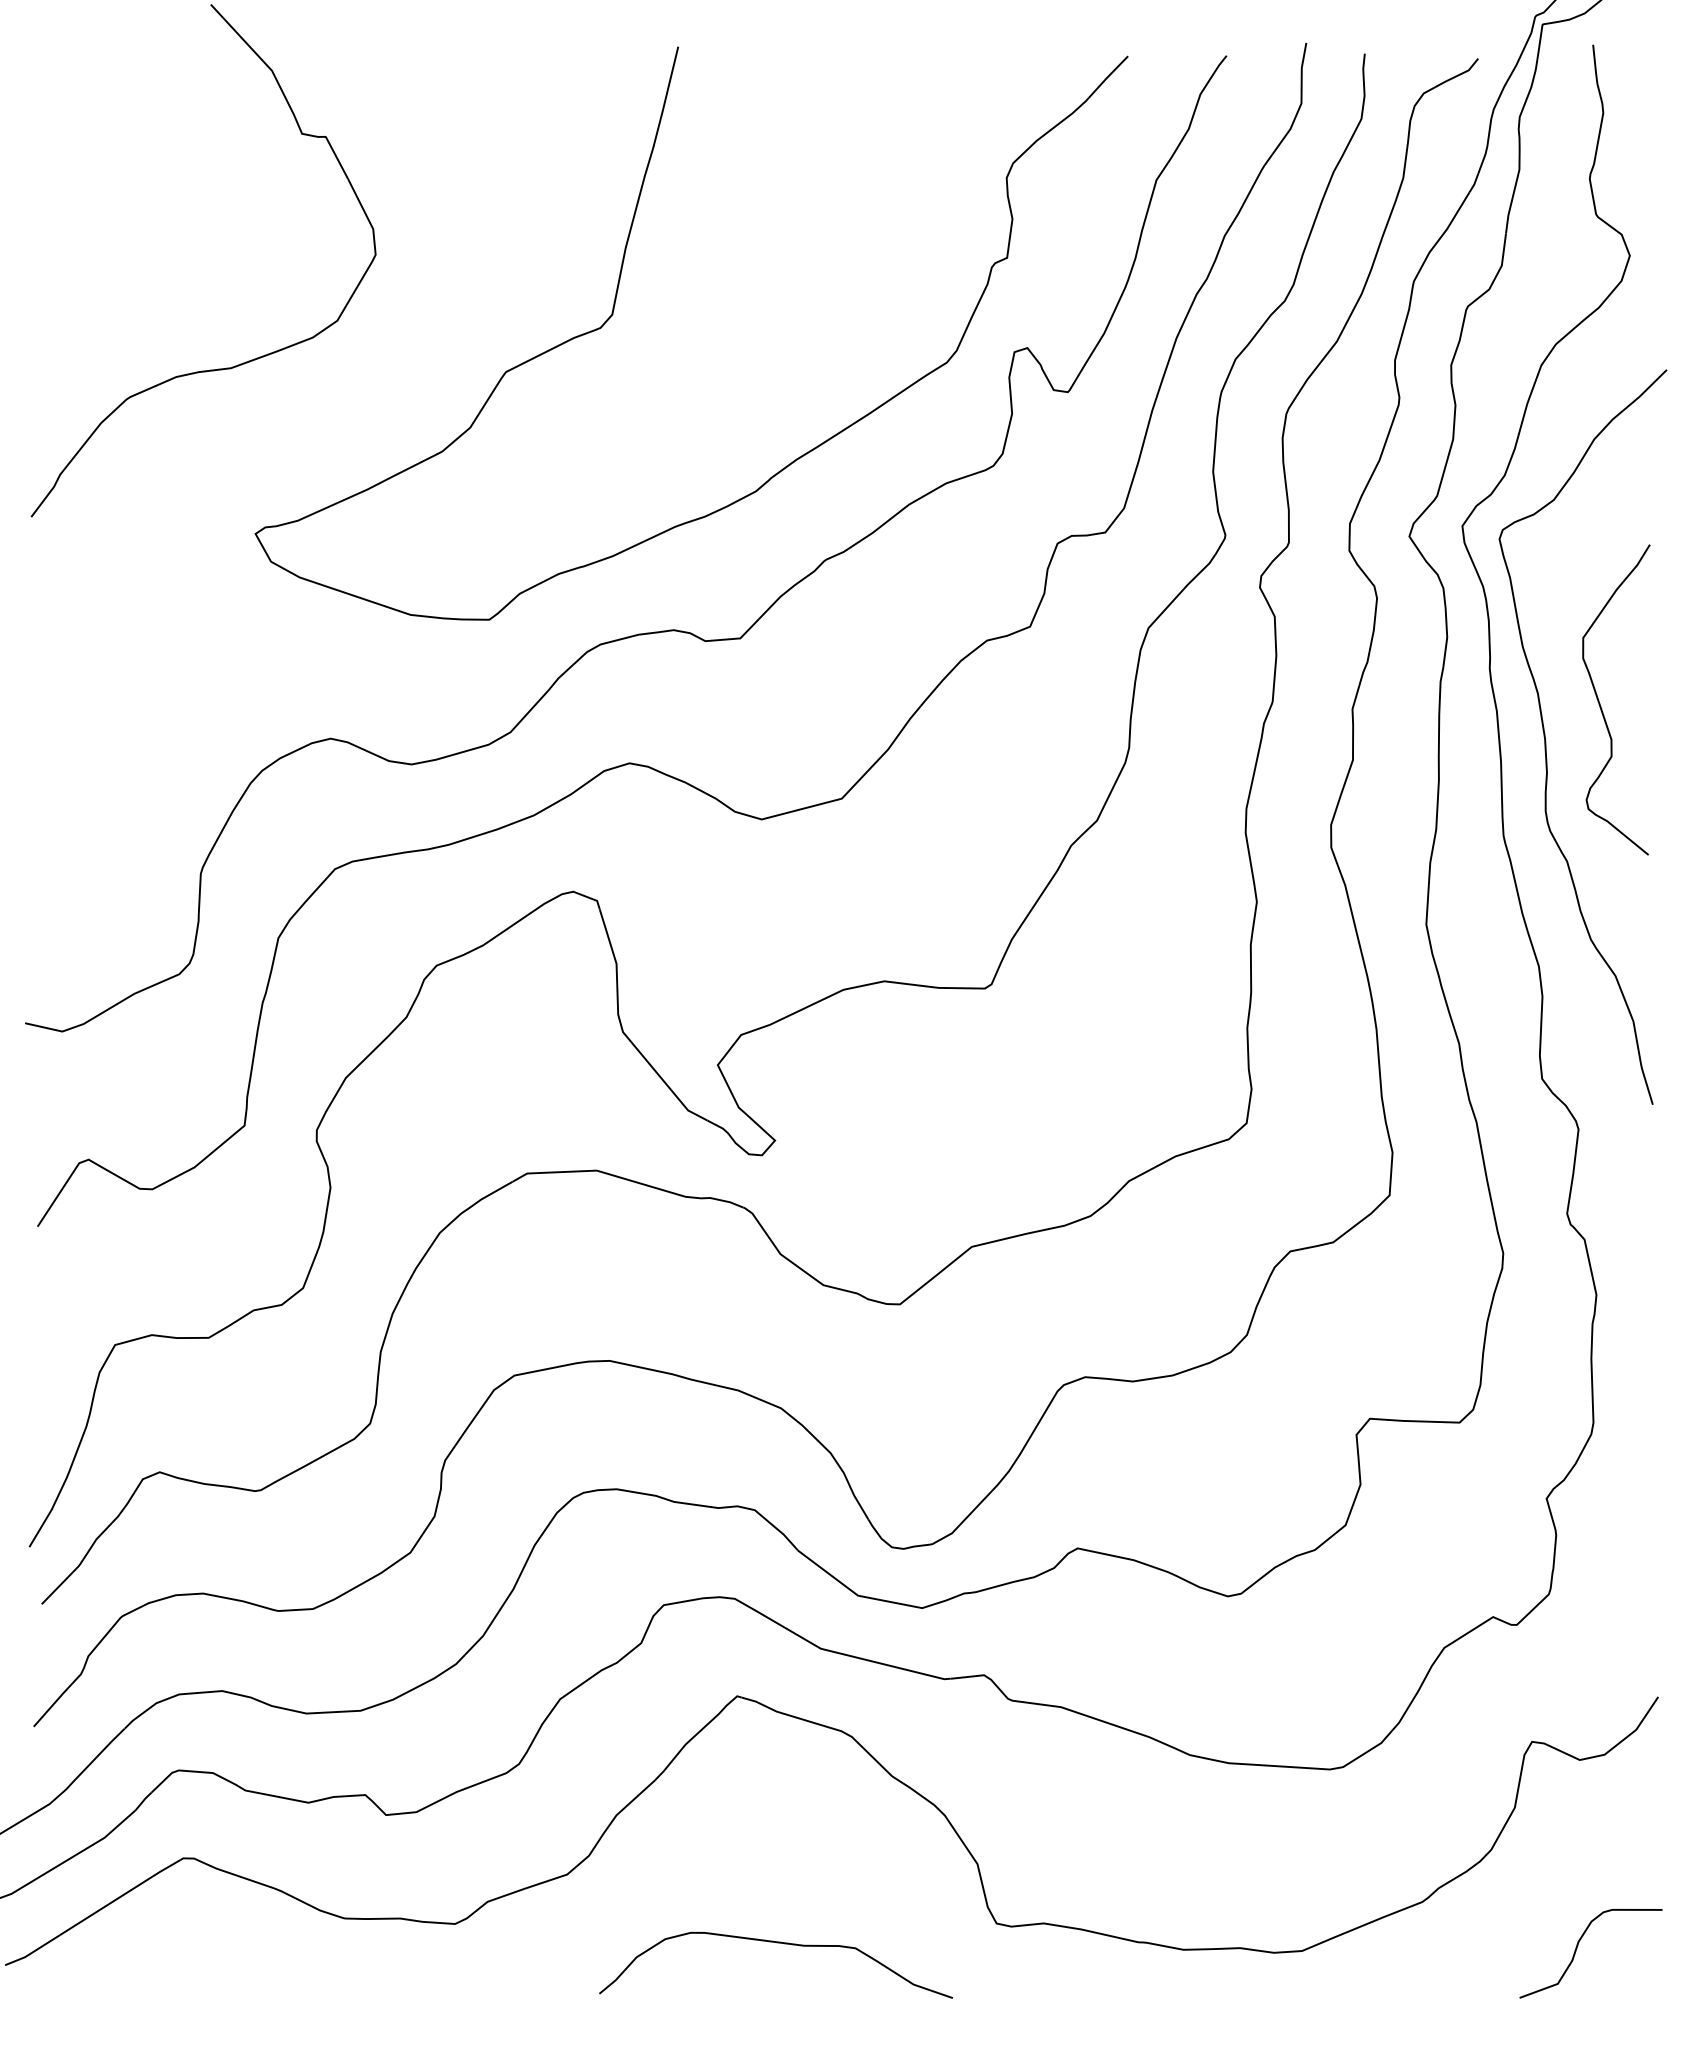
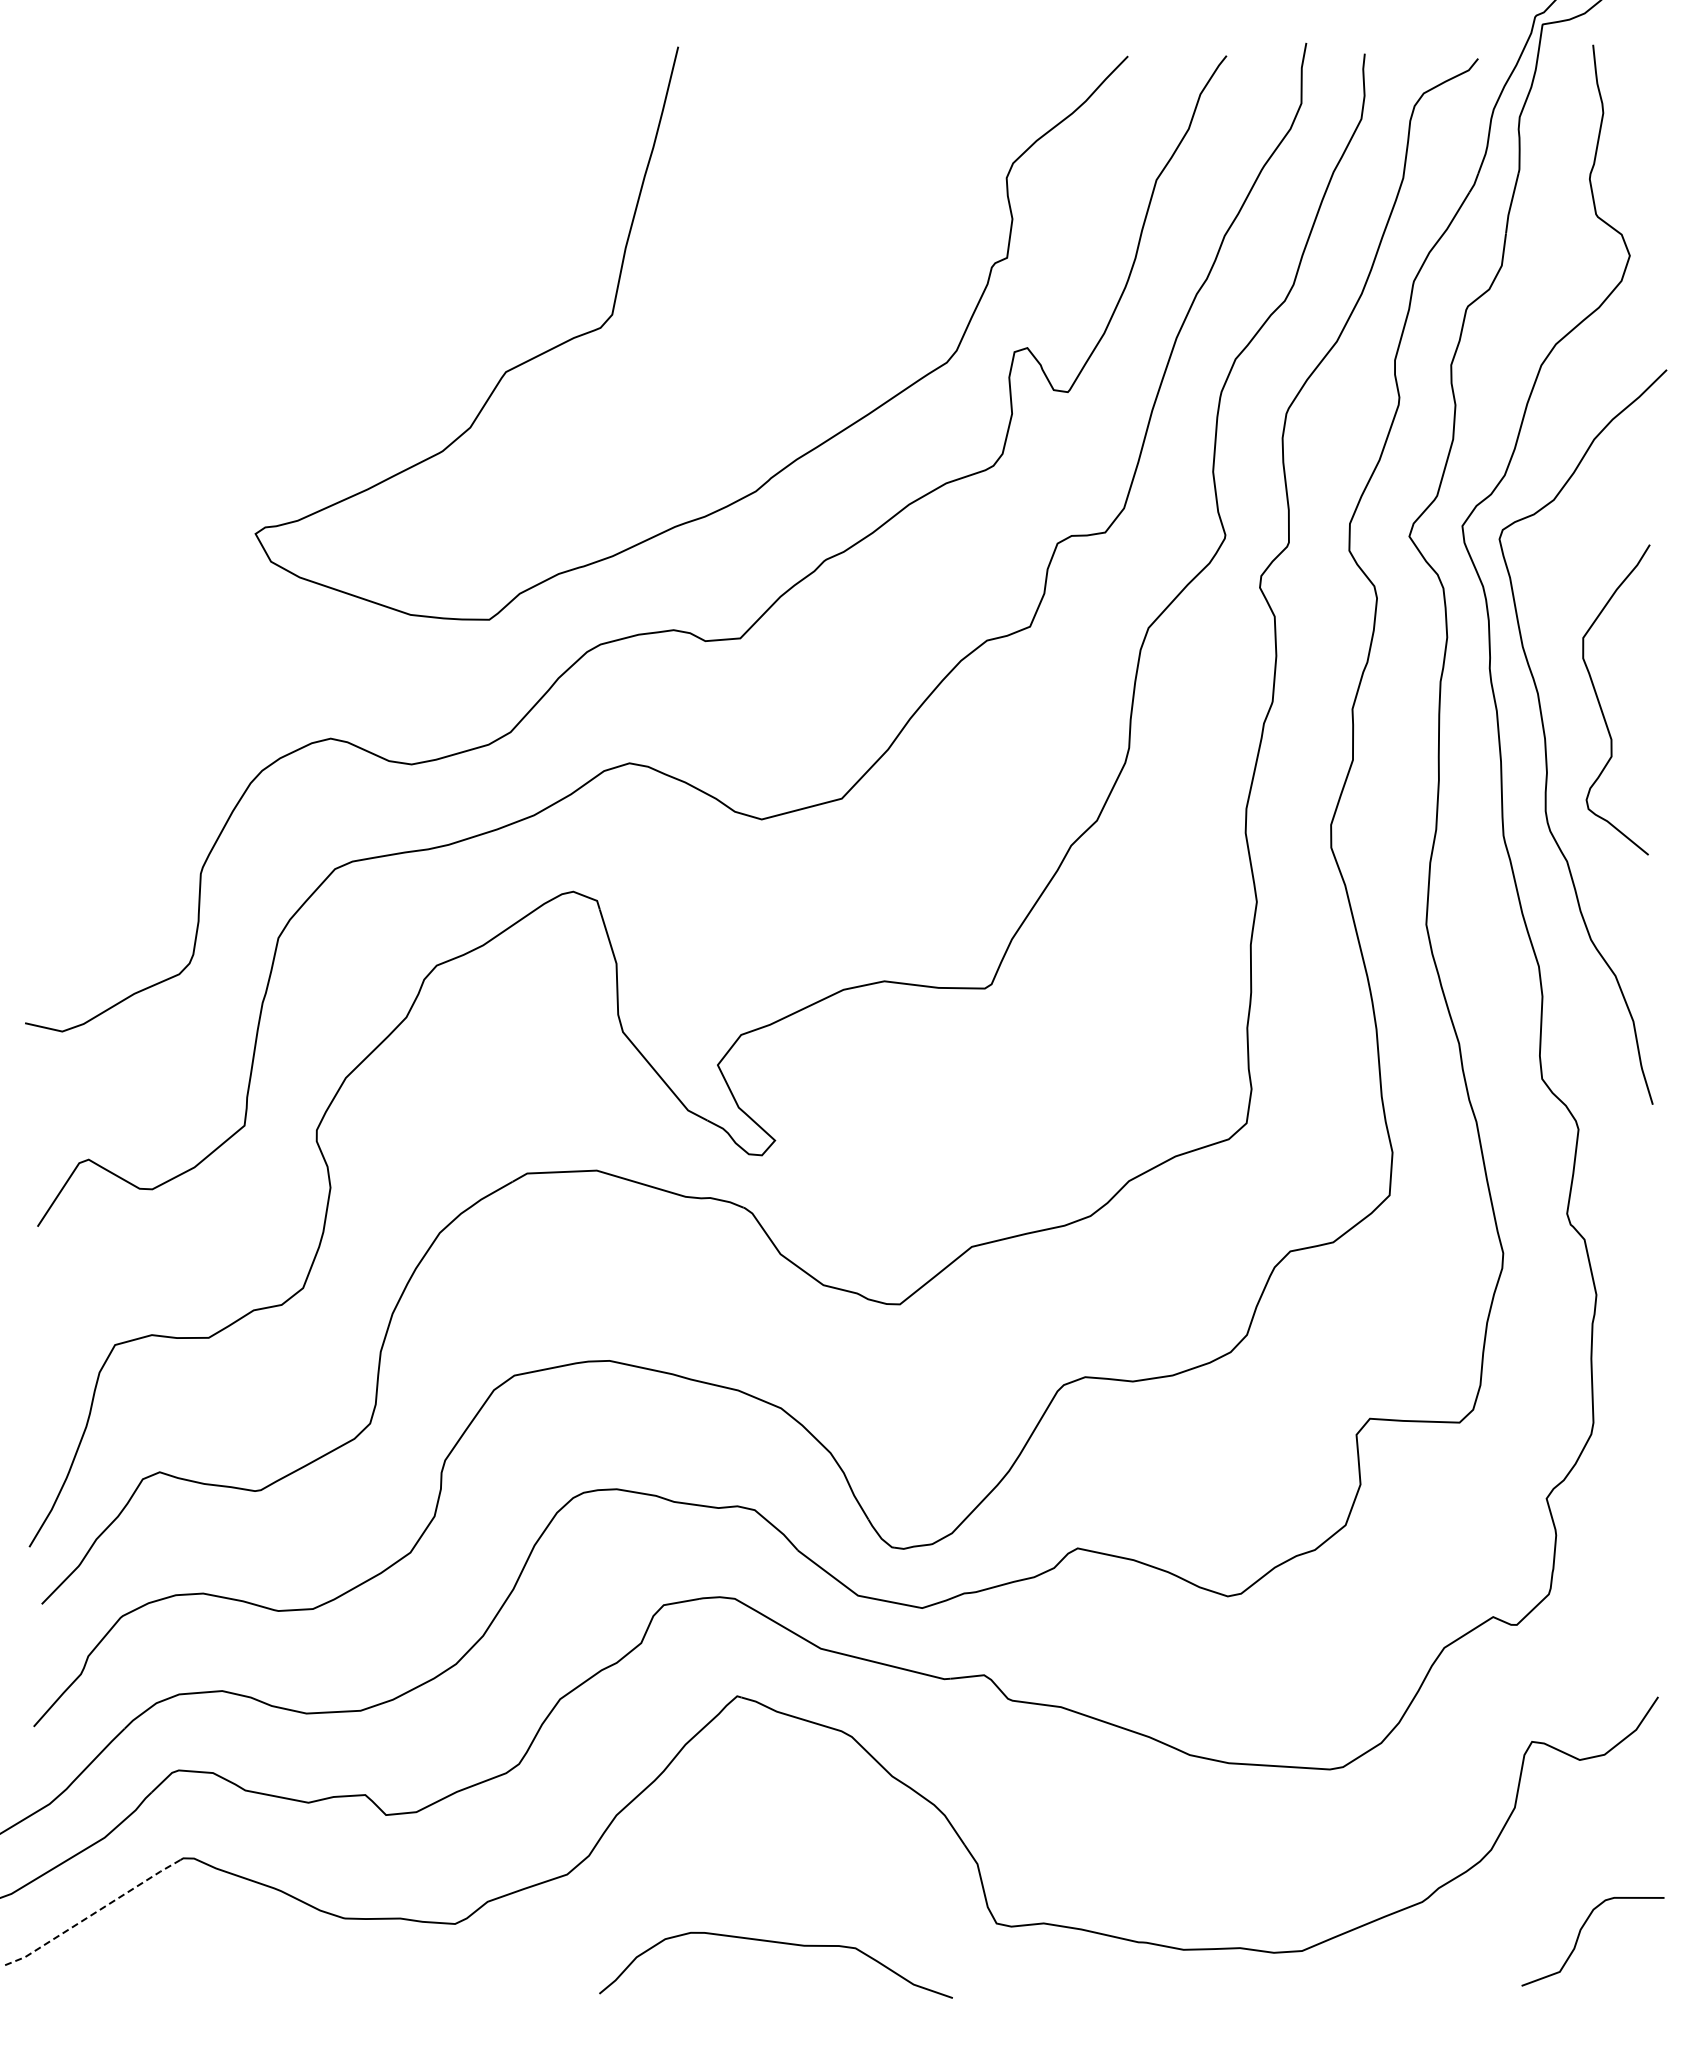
part at (218, 368): present -> none
line at (93, 1913): solid -> dashed
curve at (1577, 1948) position: (1577, 1948) -> (1579, 1936)
